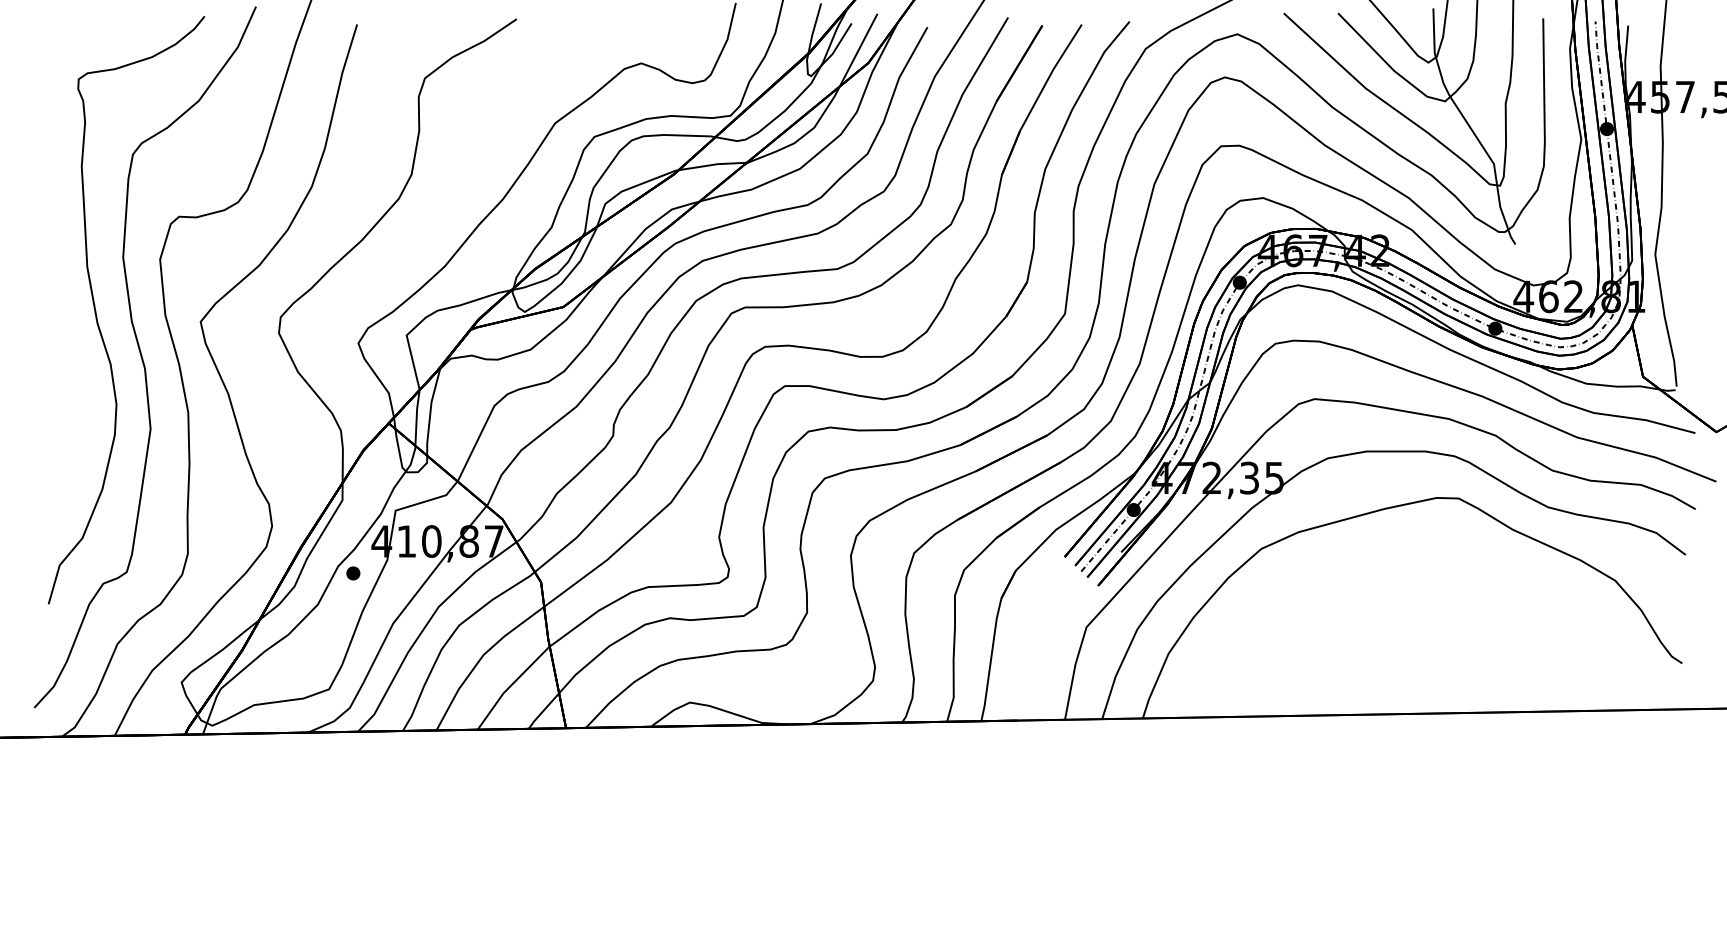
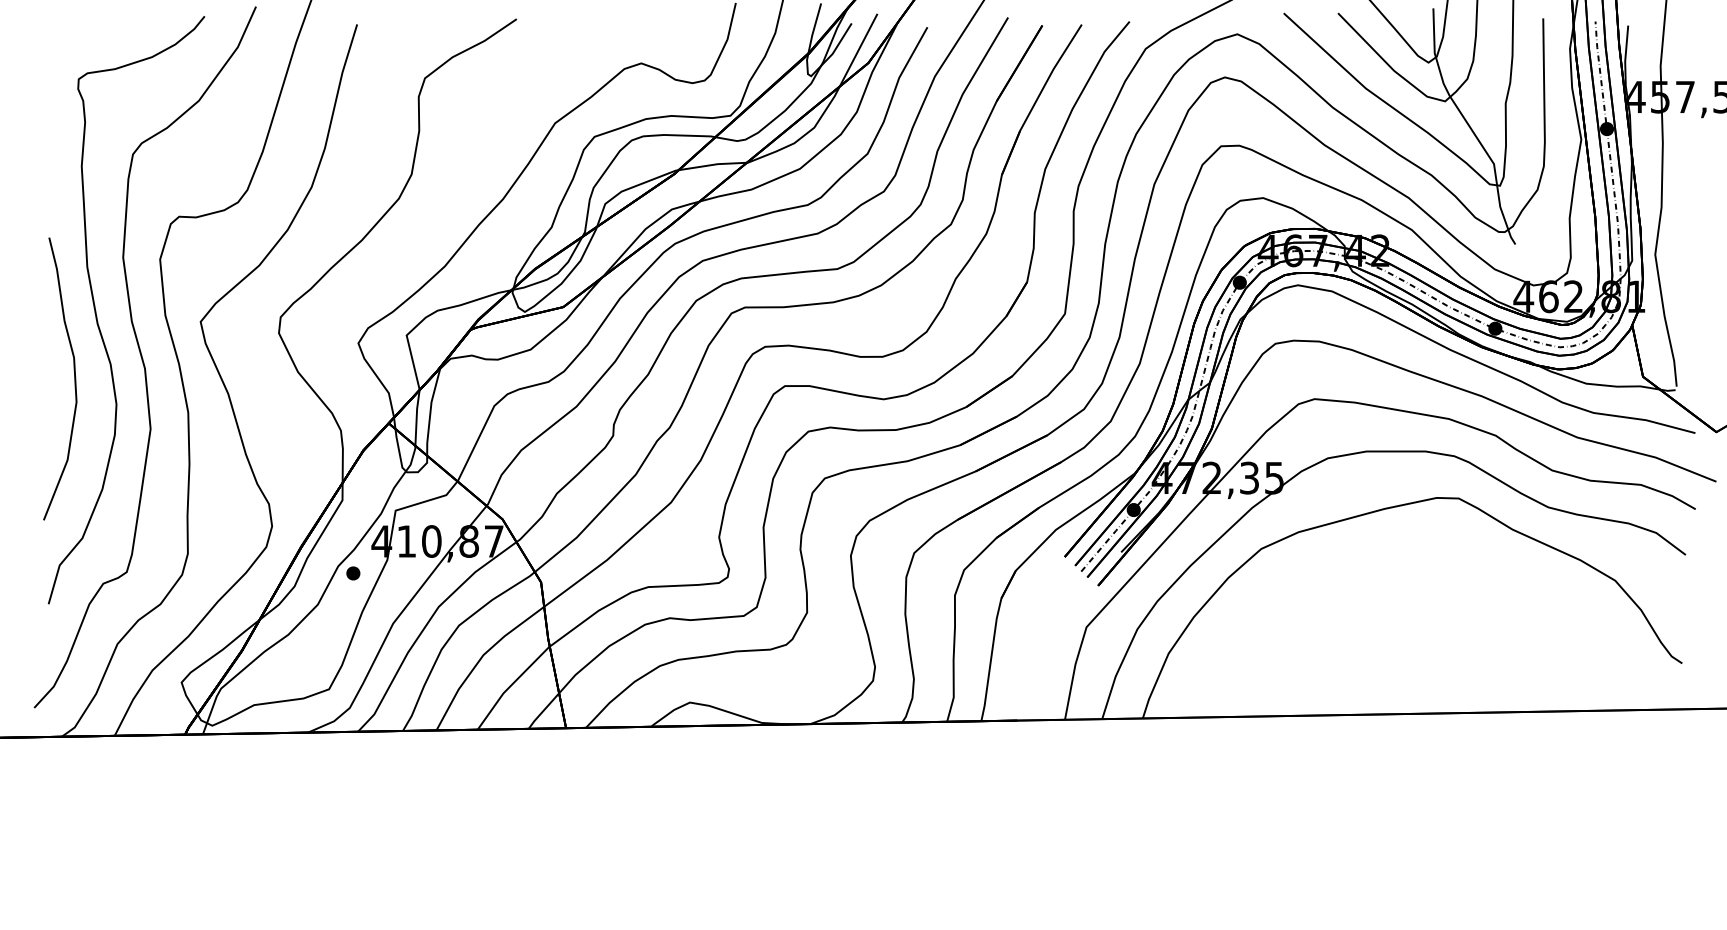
curve at (74, 378): none -> present
